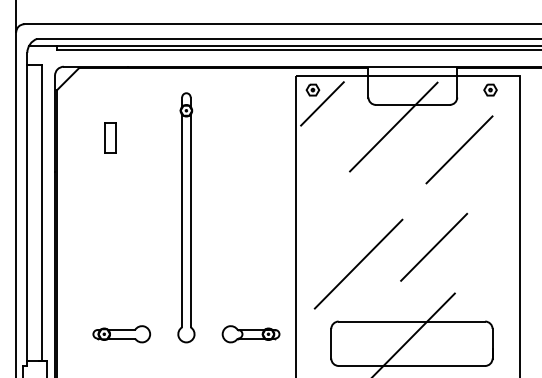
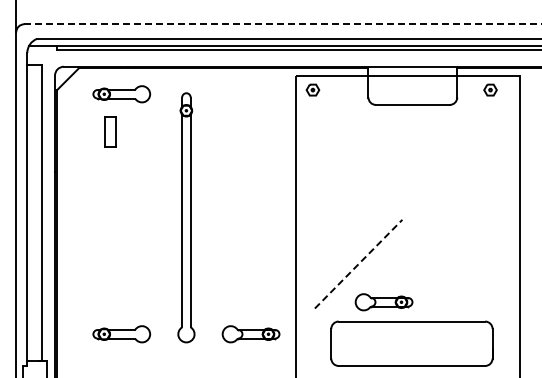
line at (282, 24): solid -> dashed
part at (121, 94): none -> present
line at (322, 103): present -> none
line at (393, 126): present -> none
part at (110, 137) position: (110, 137) -> (110, 131)
line at (459, 149): present -> none
line at (434, 246): present -> none
line at (359, 263): solid -> dashed
part at (383, 302): none -> present
line at (414, 333): present -> none
